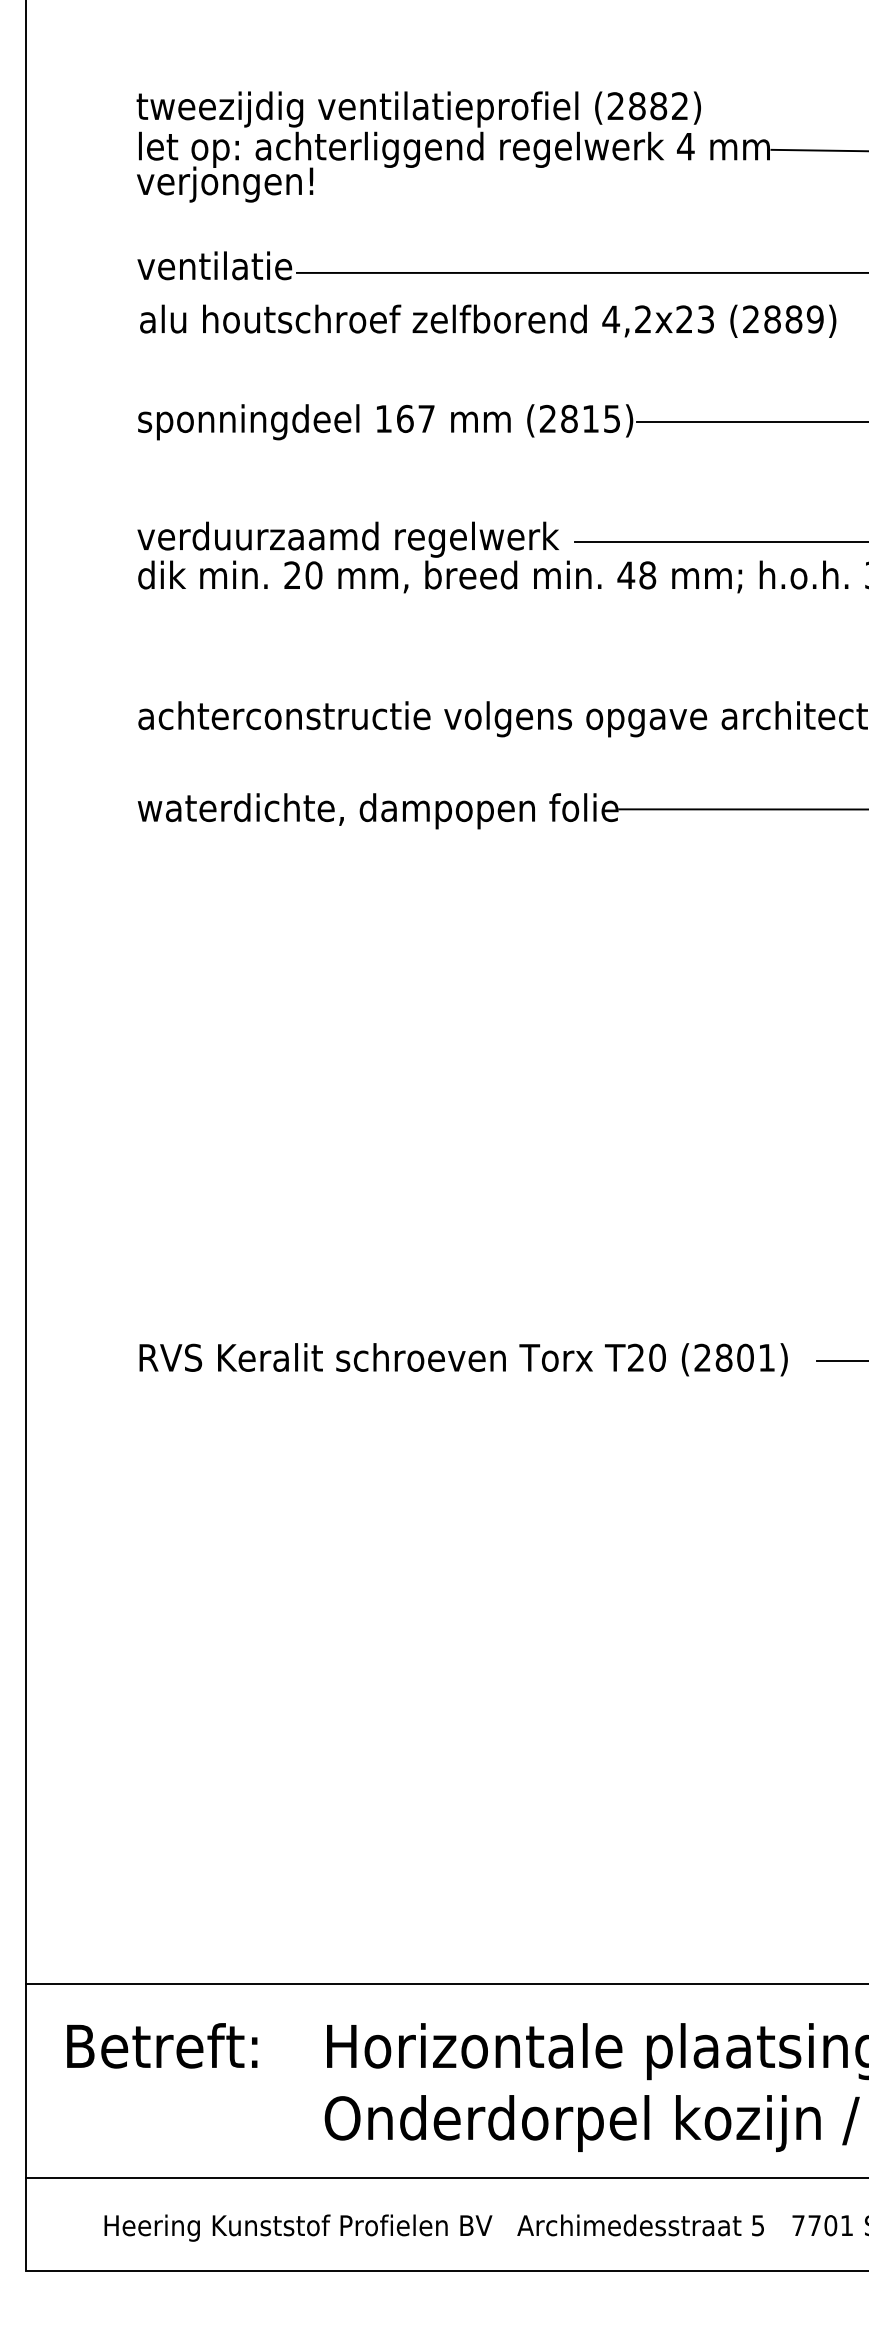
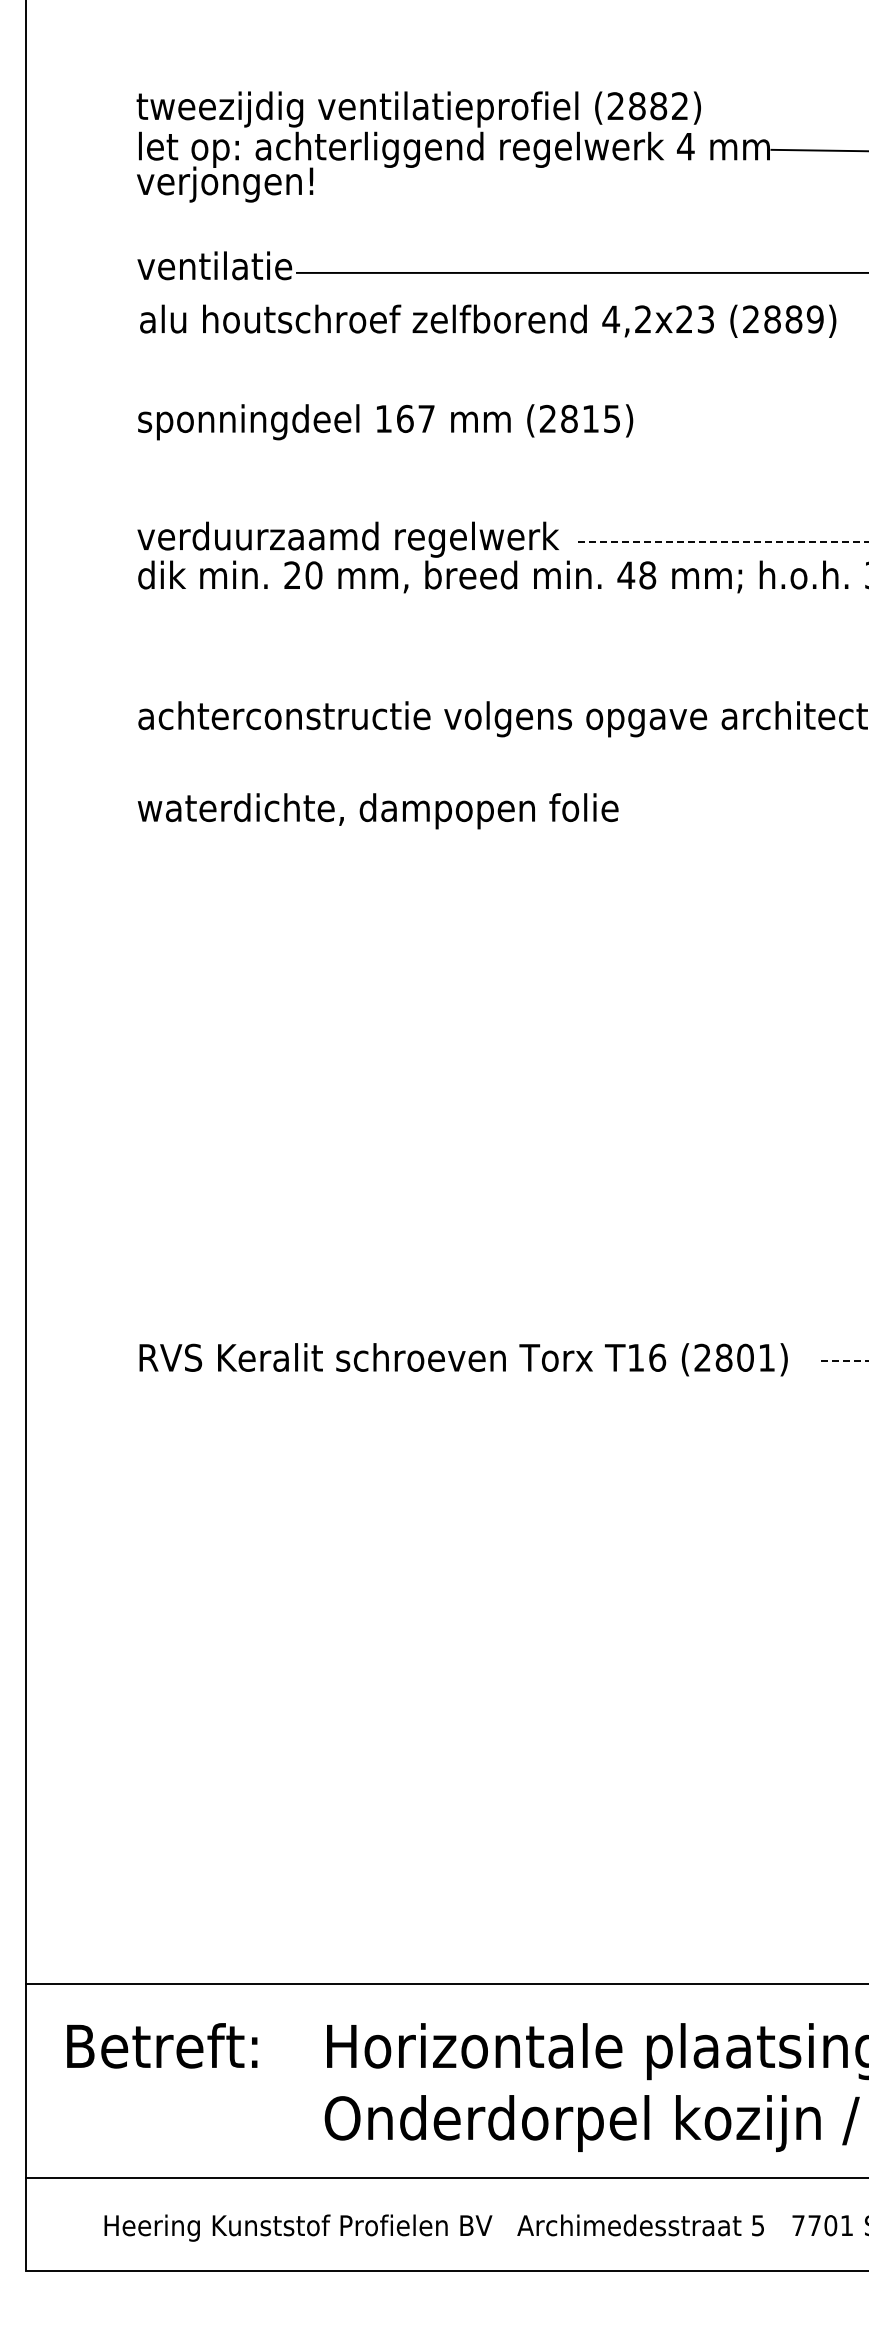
line at (750, 422): present -> none
line at (721, 541): solid -> dashed
line at (742, 809): present -> none
text at (647, 1357): T20 -> T16
line at (842, 1361): solid -> dashed
